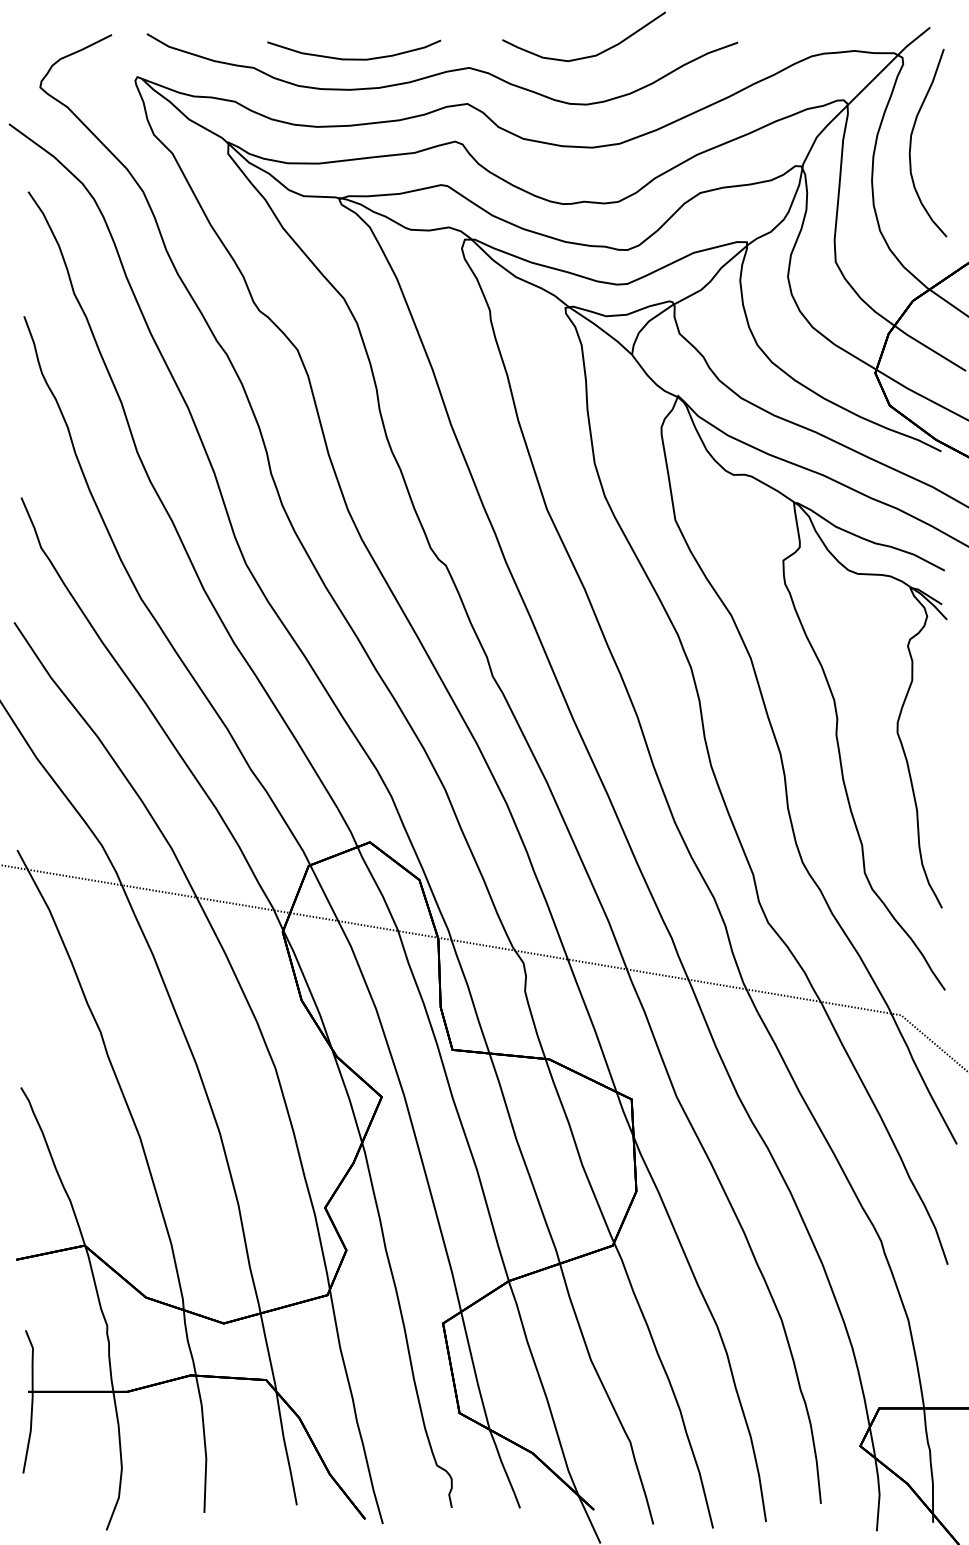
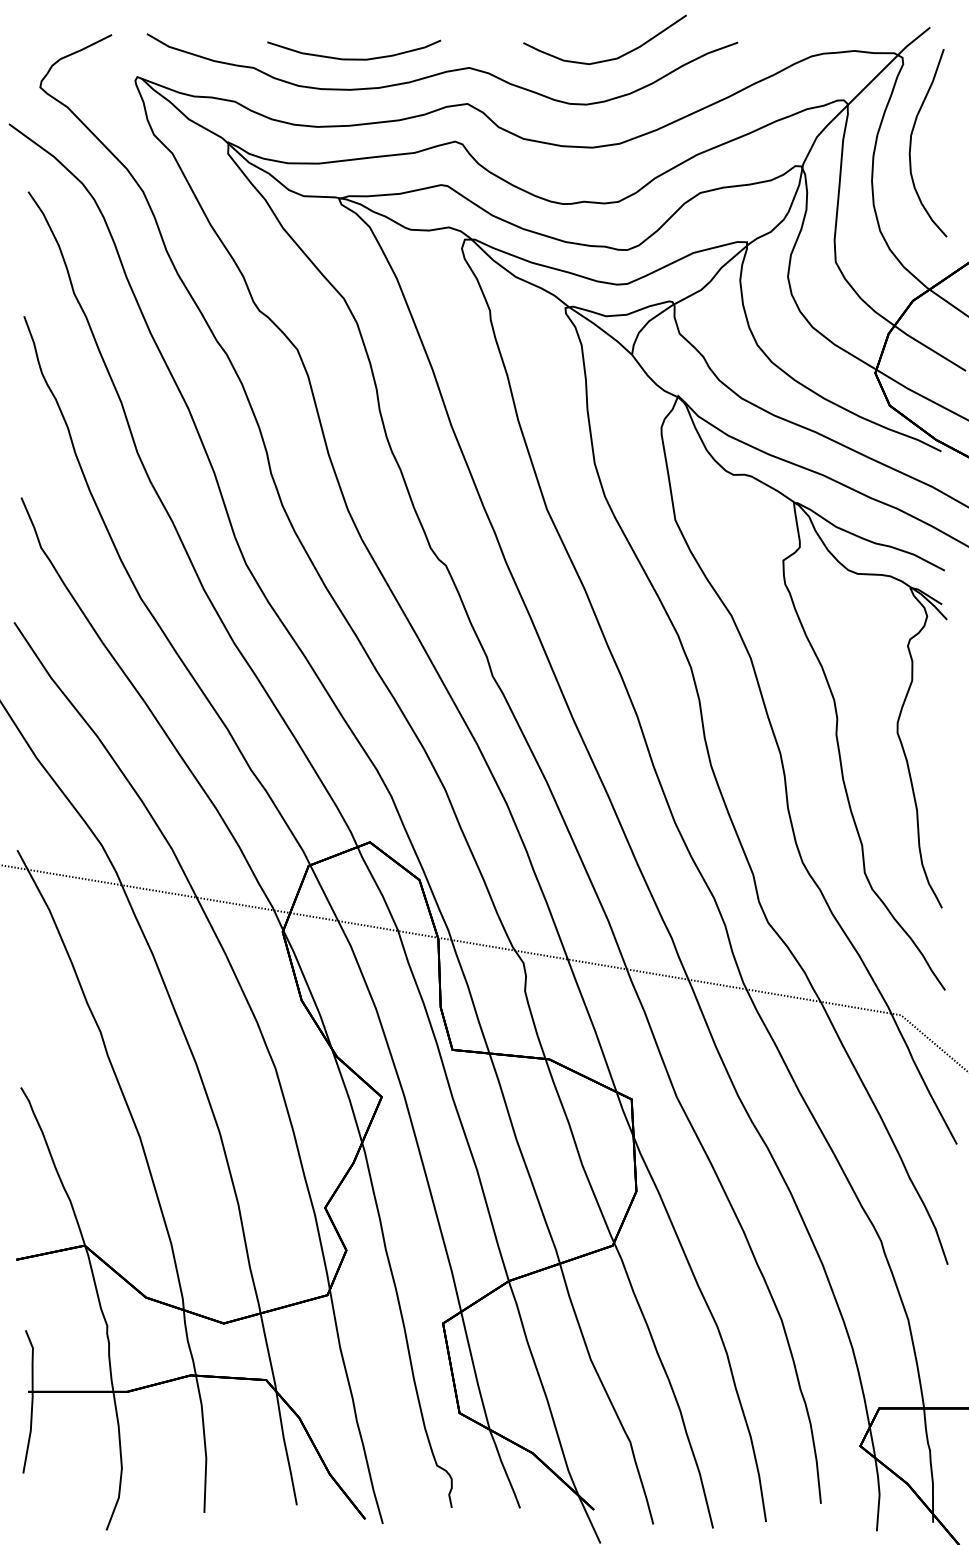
curve at (585, 56) position: (585, 56) -> (606, 59)
